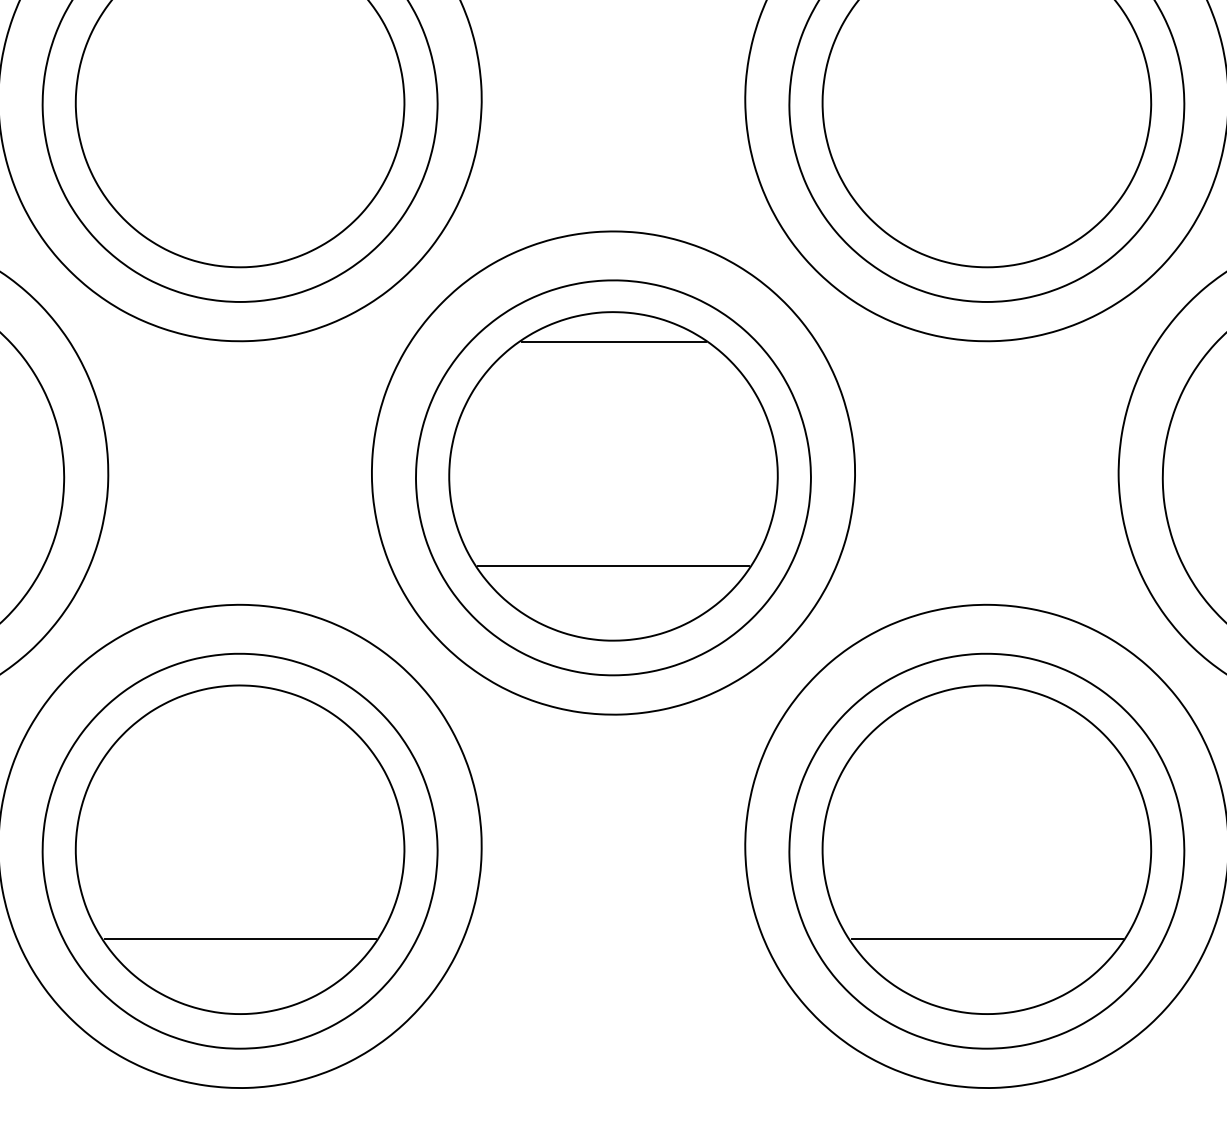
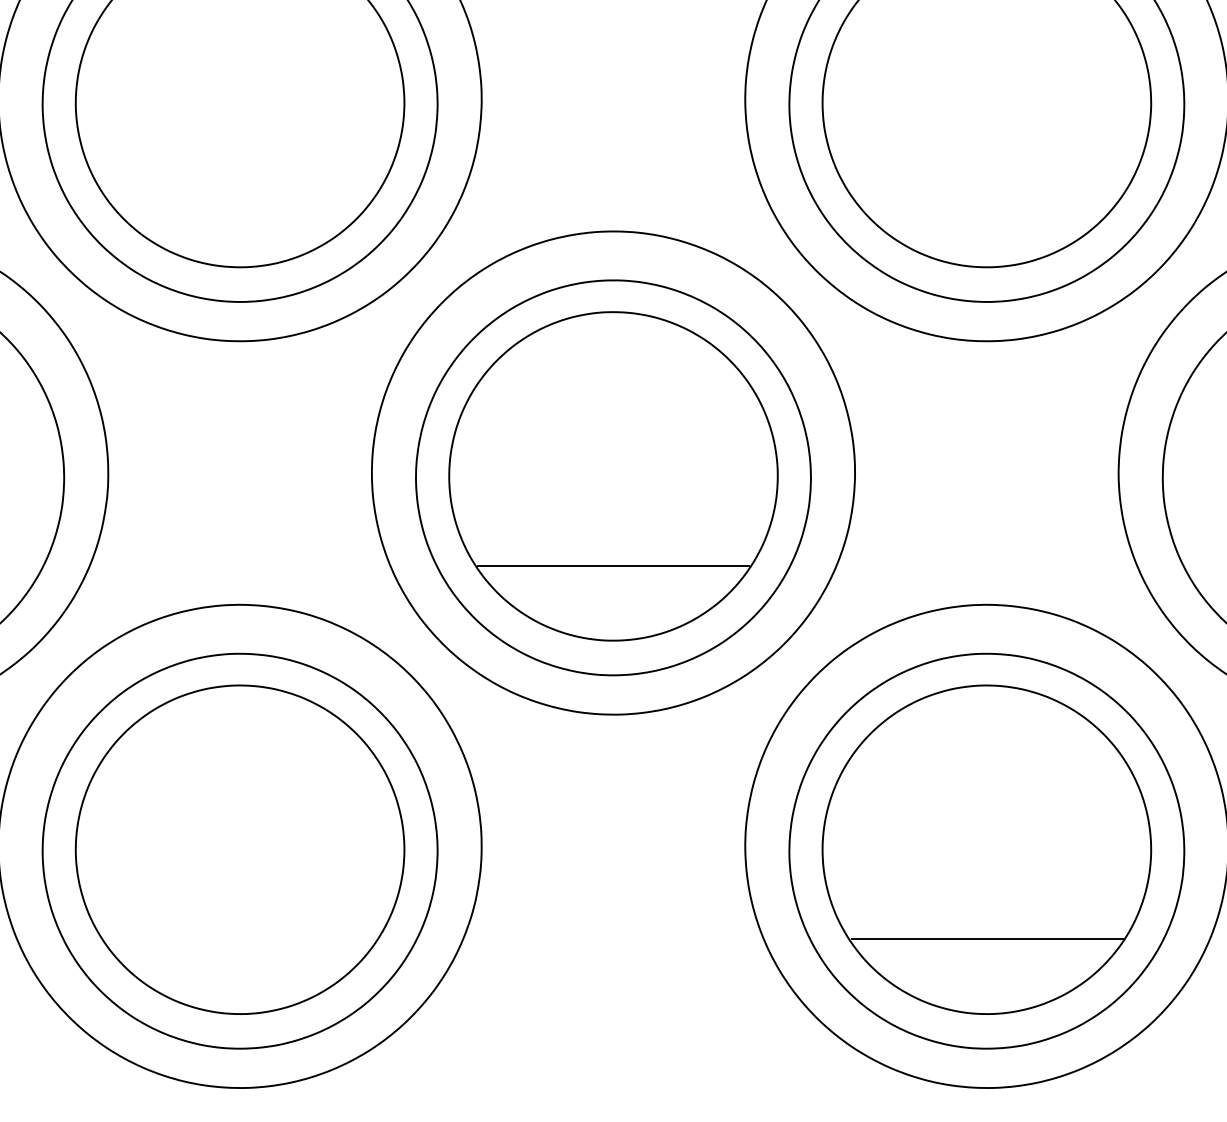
line at (613, 342): present -> none
line at (240, 939): present -> none
